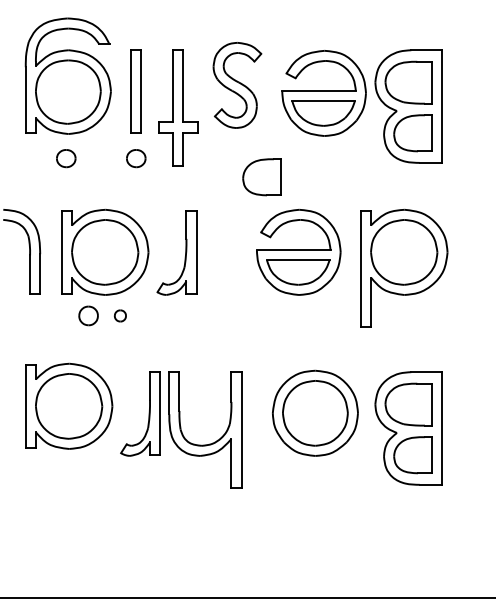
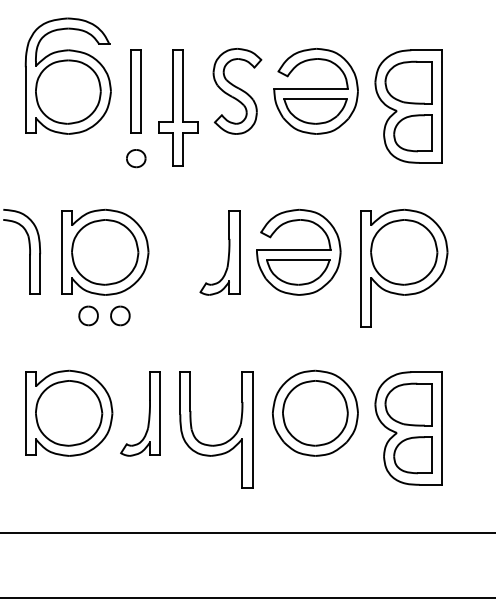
part at (237, 85) position: (237, 85) -> (237, 91)
part at (323, 93) position: (323, 93) -> (315, 91)
part at (66, 158): present -> none
part at (261, 177): present -> none
part at (185, 252) position: (185, 252) -> (228, 252)
part at (120, 315) size: 13x14 px -> 21x22 px
part at (69, 405) position: (69, 405) -> (69, 412)
part at (209, 443) position: (209, 443) -> (220, 443)
line at (247, 533): none -> present
